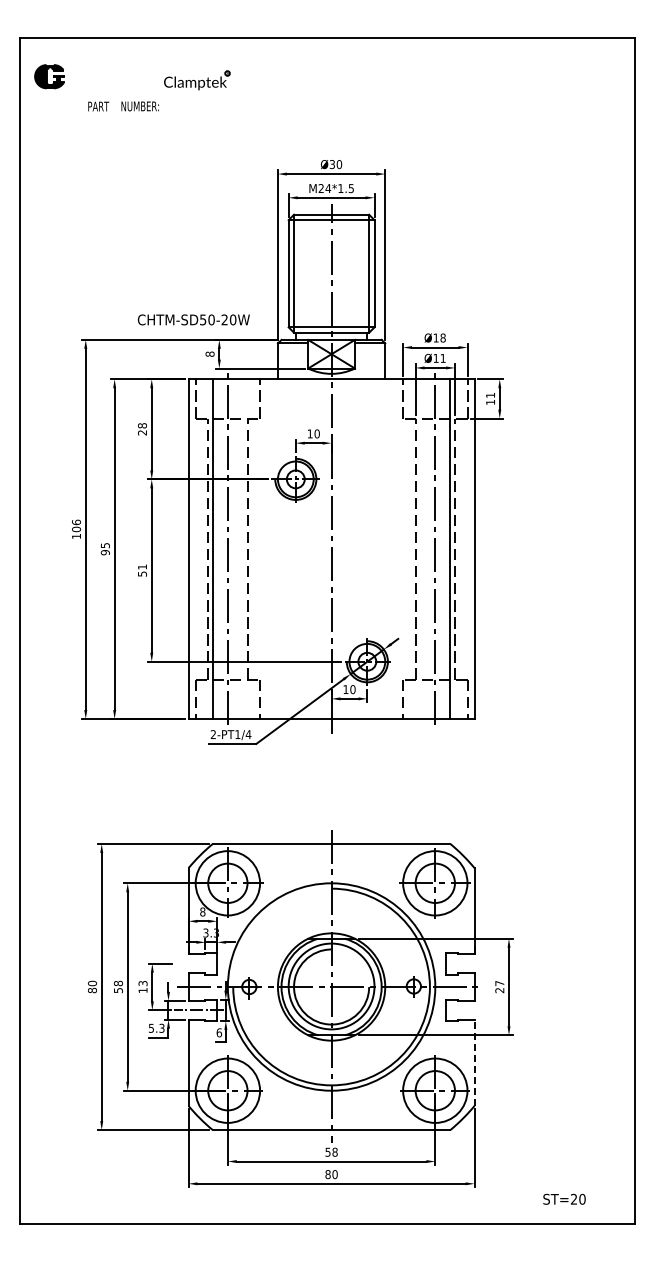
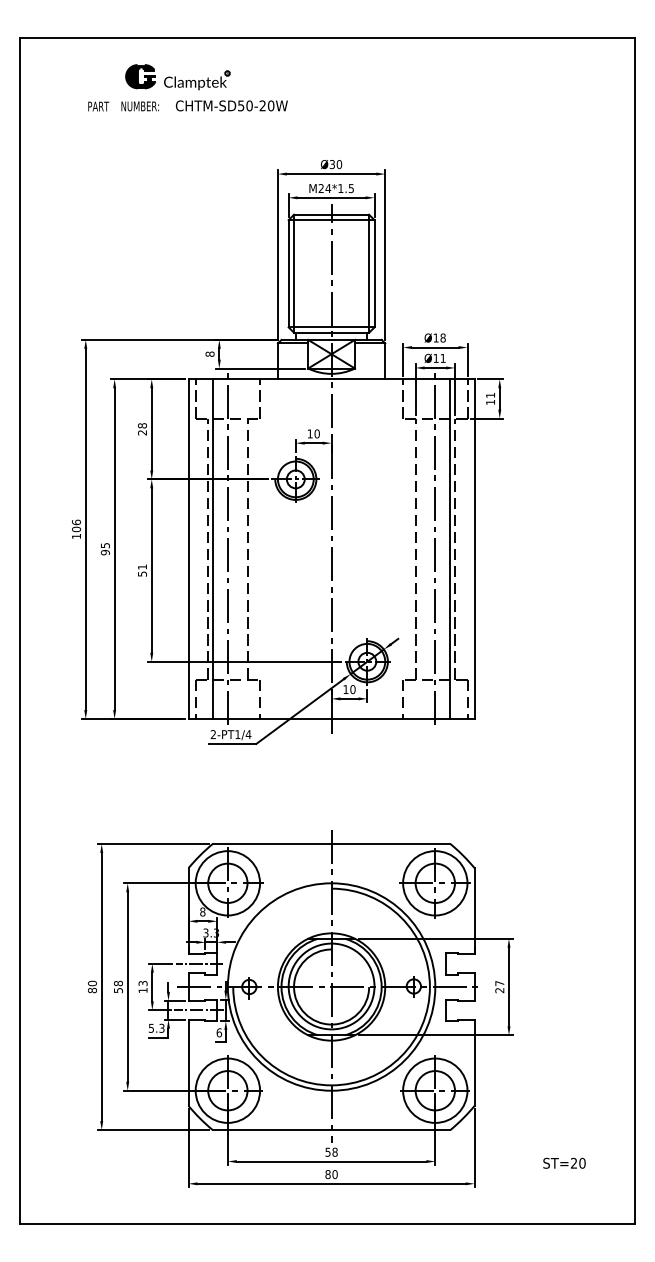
part at (49, 76) position: (49, 76) -> (140, 76)
text at (193, 319) position: (193, 319) -> (231, 105)
line at (199, 963): none -> present
line at (474, 1062): dashed -> solid
text at (564, 1198) position: (564, 1198) -> (564, 1162)
